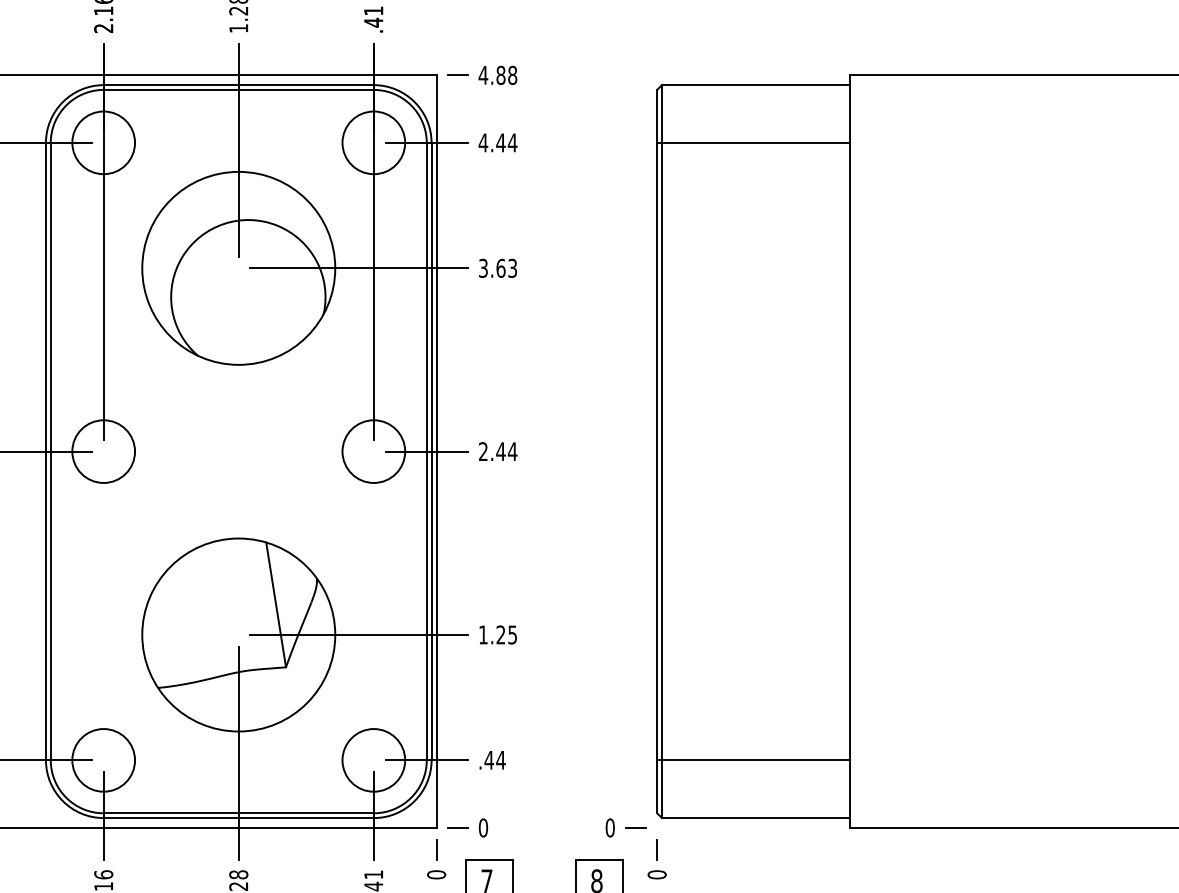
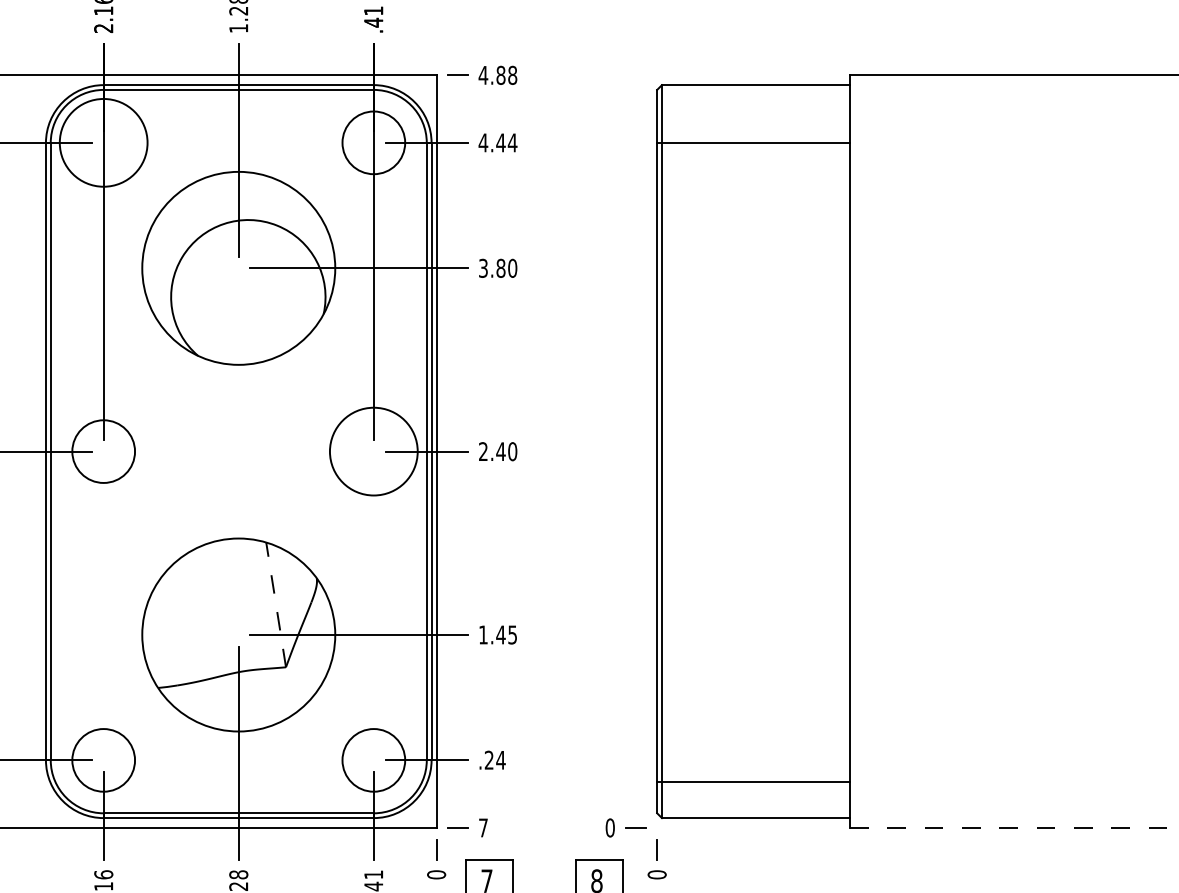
circle at (103, 142) diameter: 63 px -> 88 px
text at (506, 267): 3.63 -> 3.80
circle at (373, 451) diameter: 63 px -> 88 px
text at (512, 451): 2.44 -> 2.40
line at (276, 604): solid -> dashed
text at (500, 634): 1.25 -> 1.45
text at (489, 759): .44 -> .24
line at (753, 760) position: (753, 760) -> (753, 782)
text at (483, 827): 0 -> 7
line at (1014, 827): solid -> dashed
